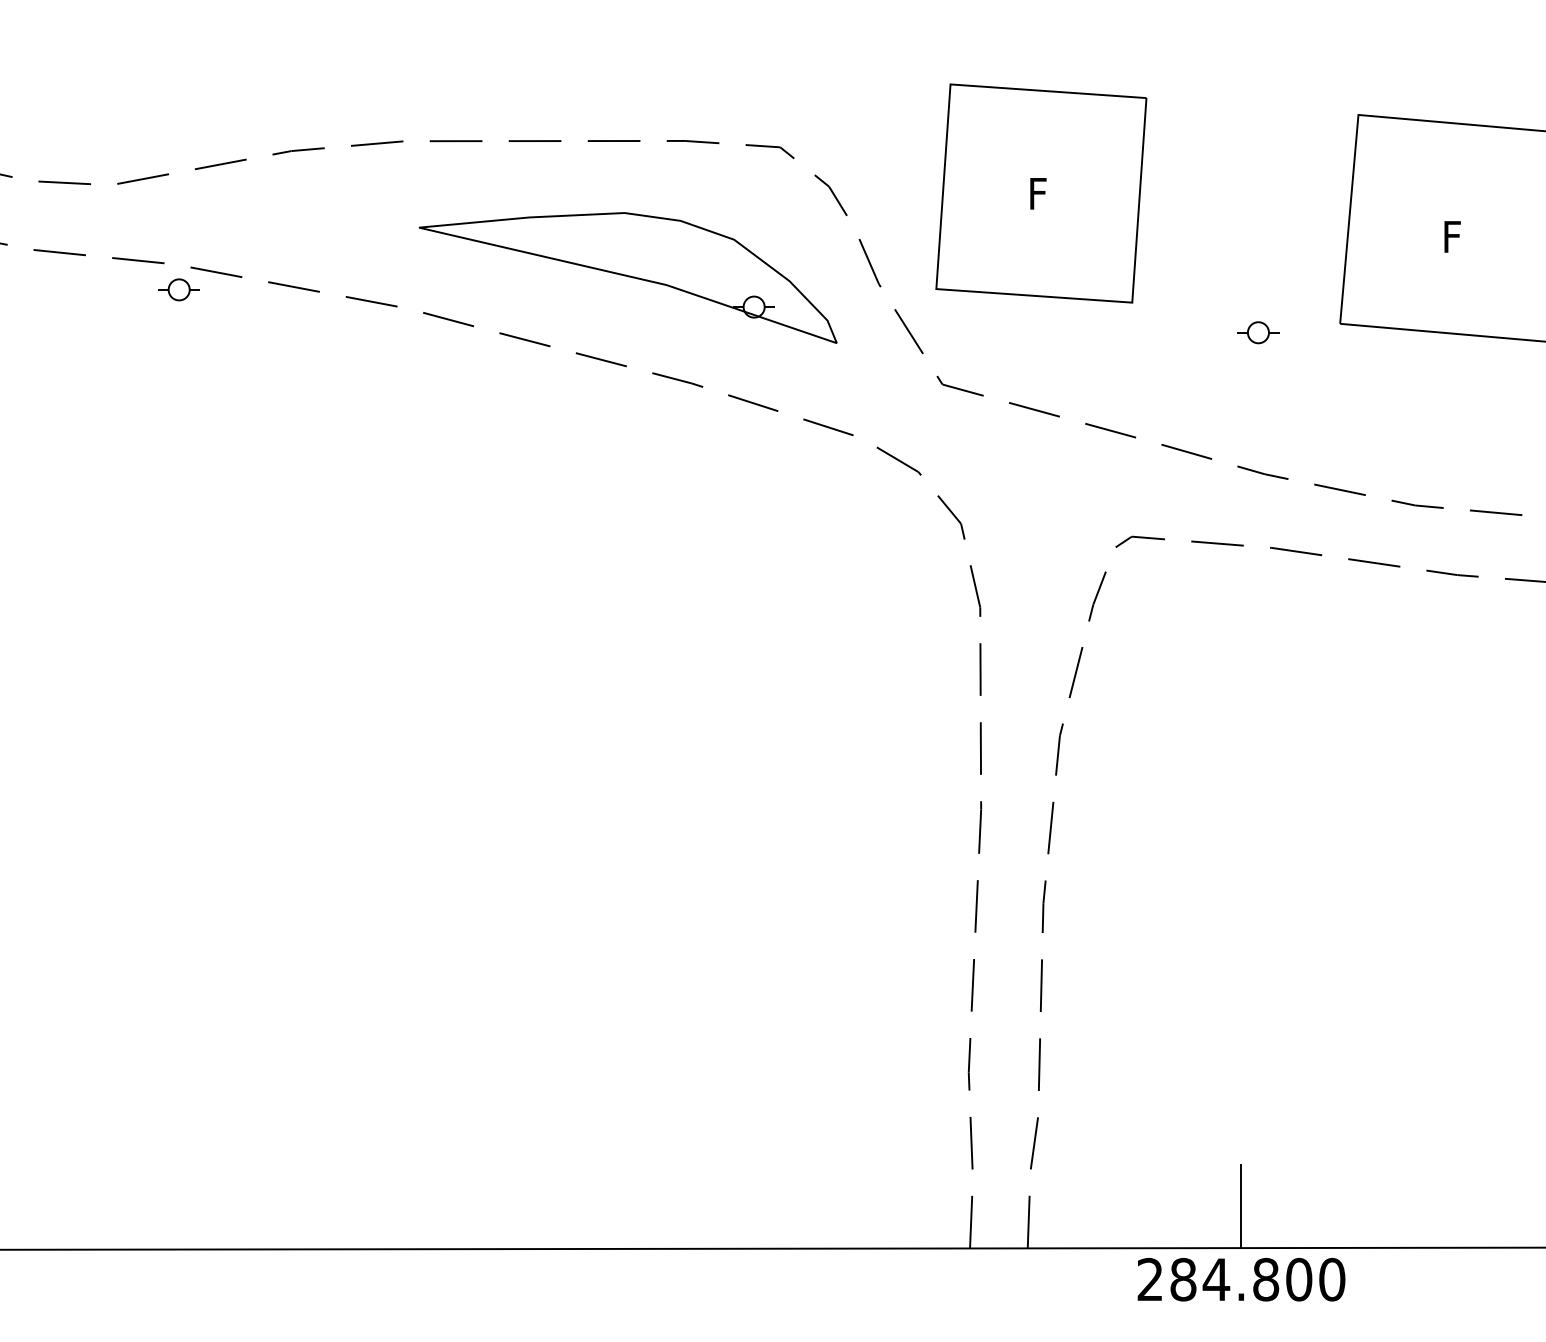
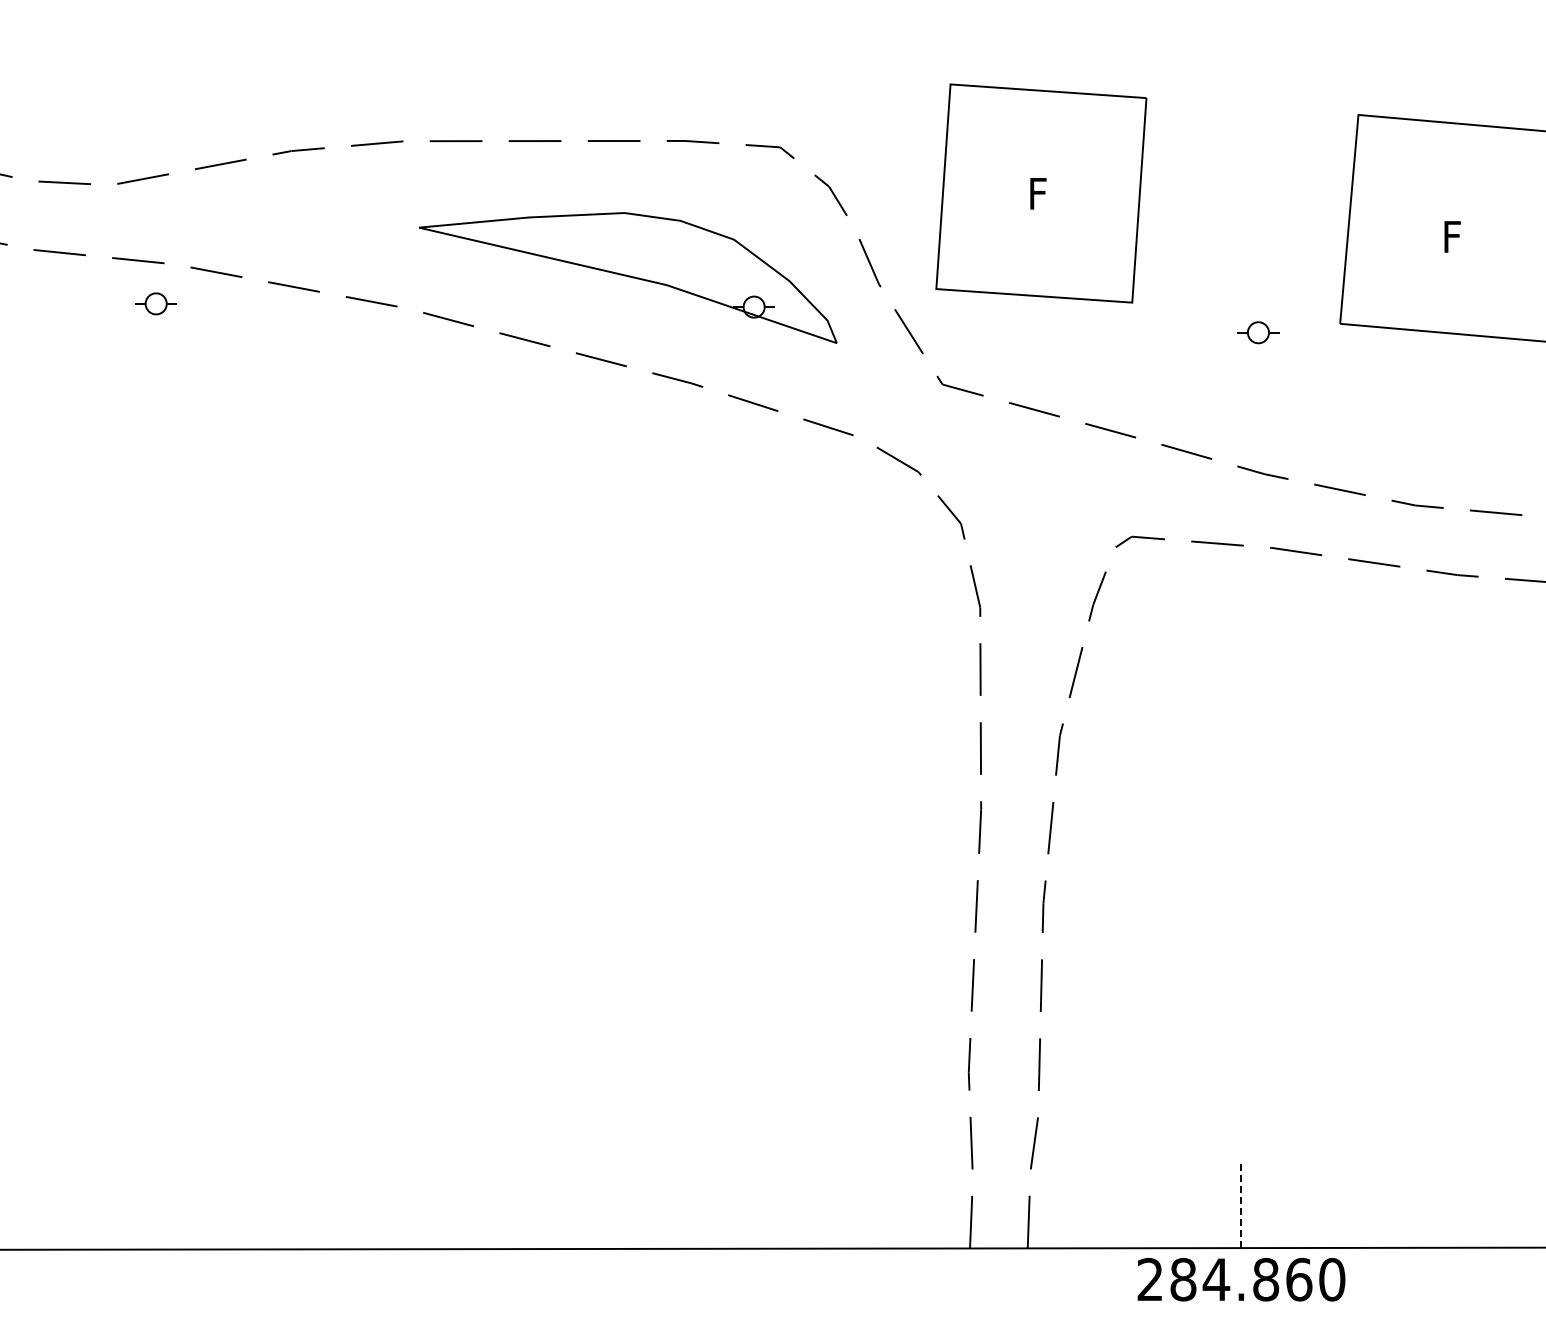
part at (178, 289) position: (178, 289) -> (155, 303)
line at (1241, 1205): solid -> dashed
text at (1299, 1279): 284.800 -> 284.860
